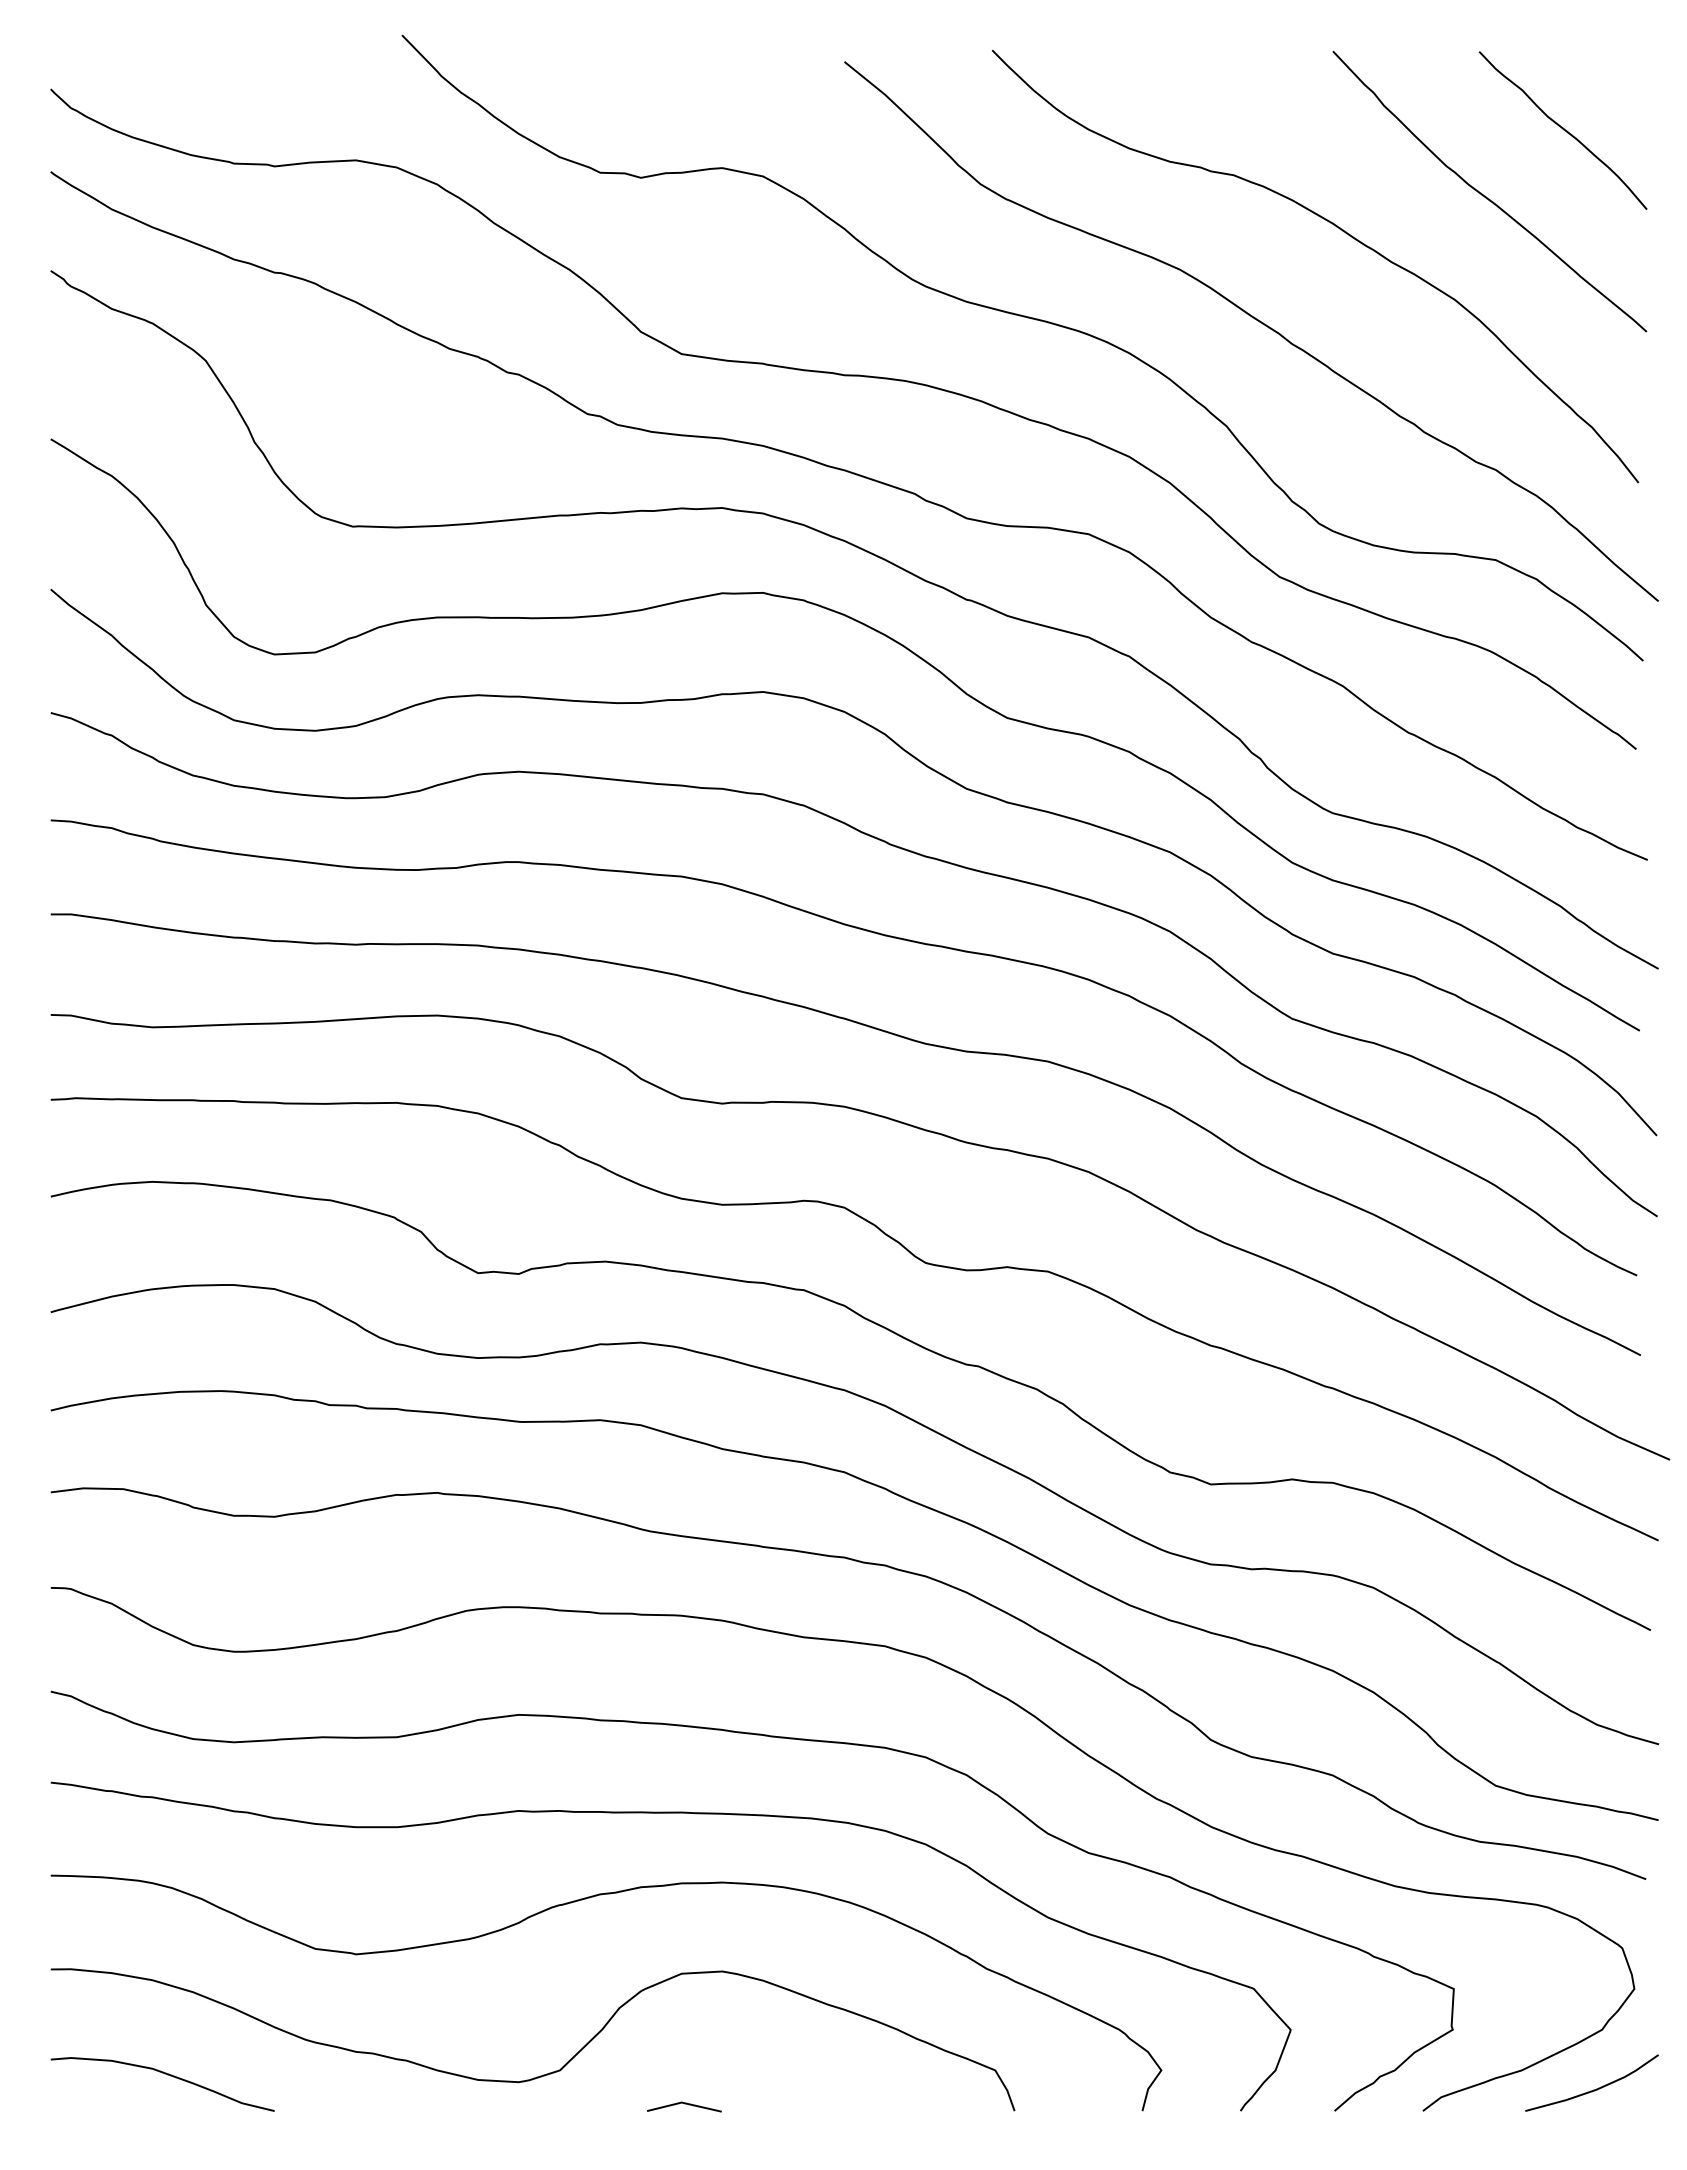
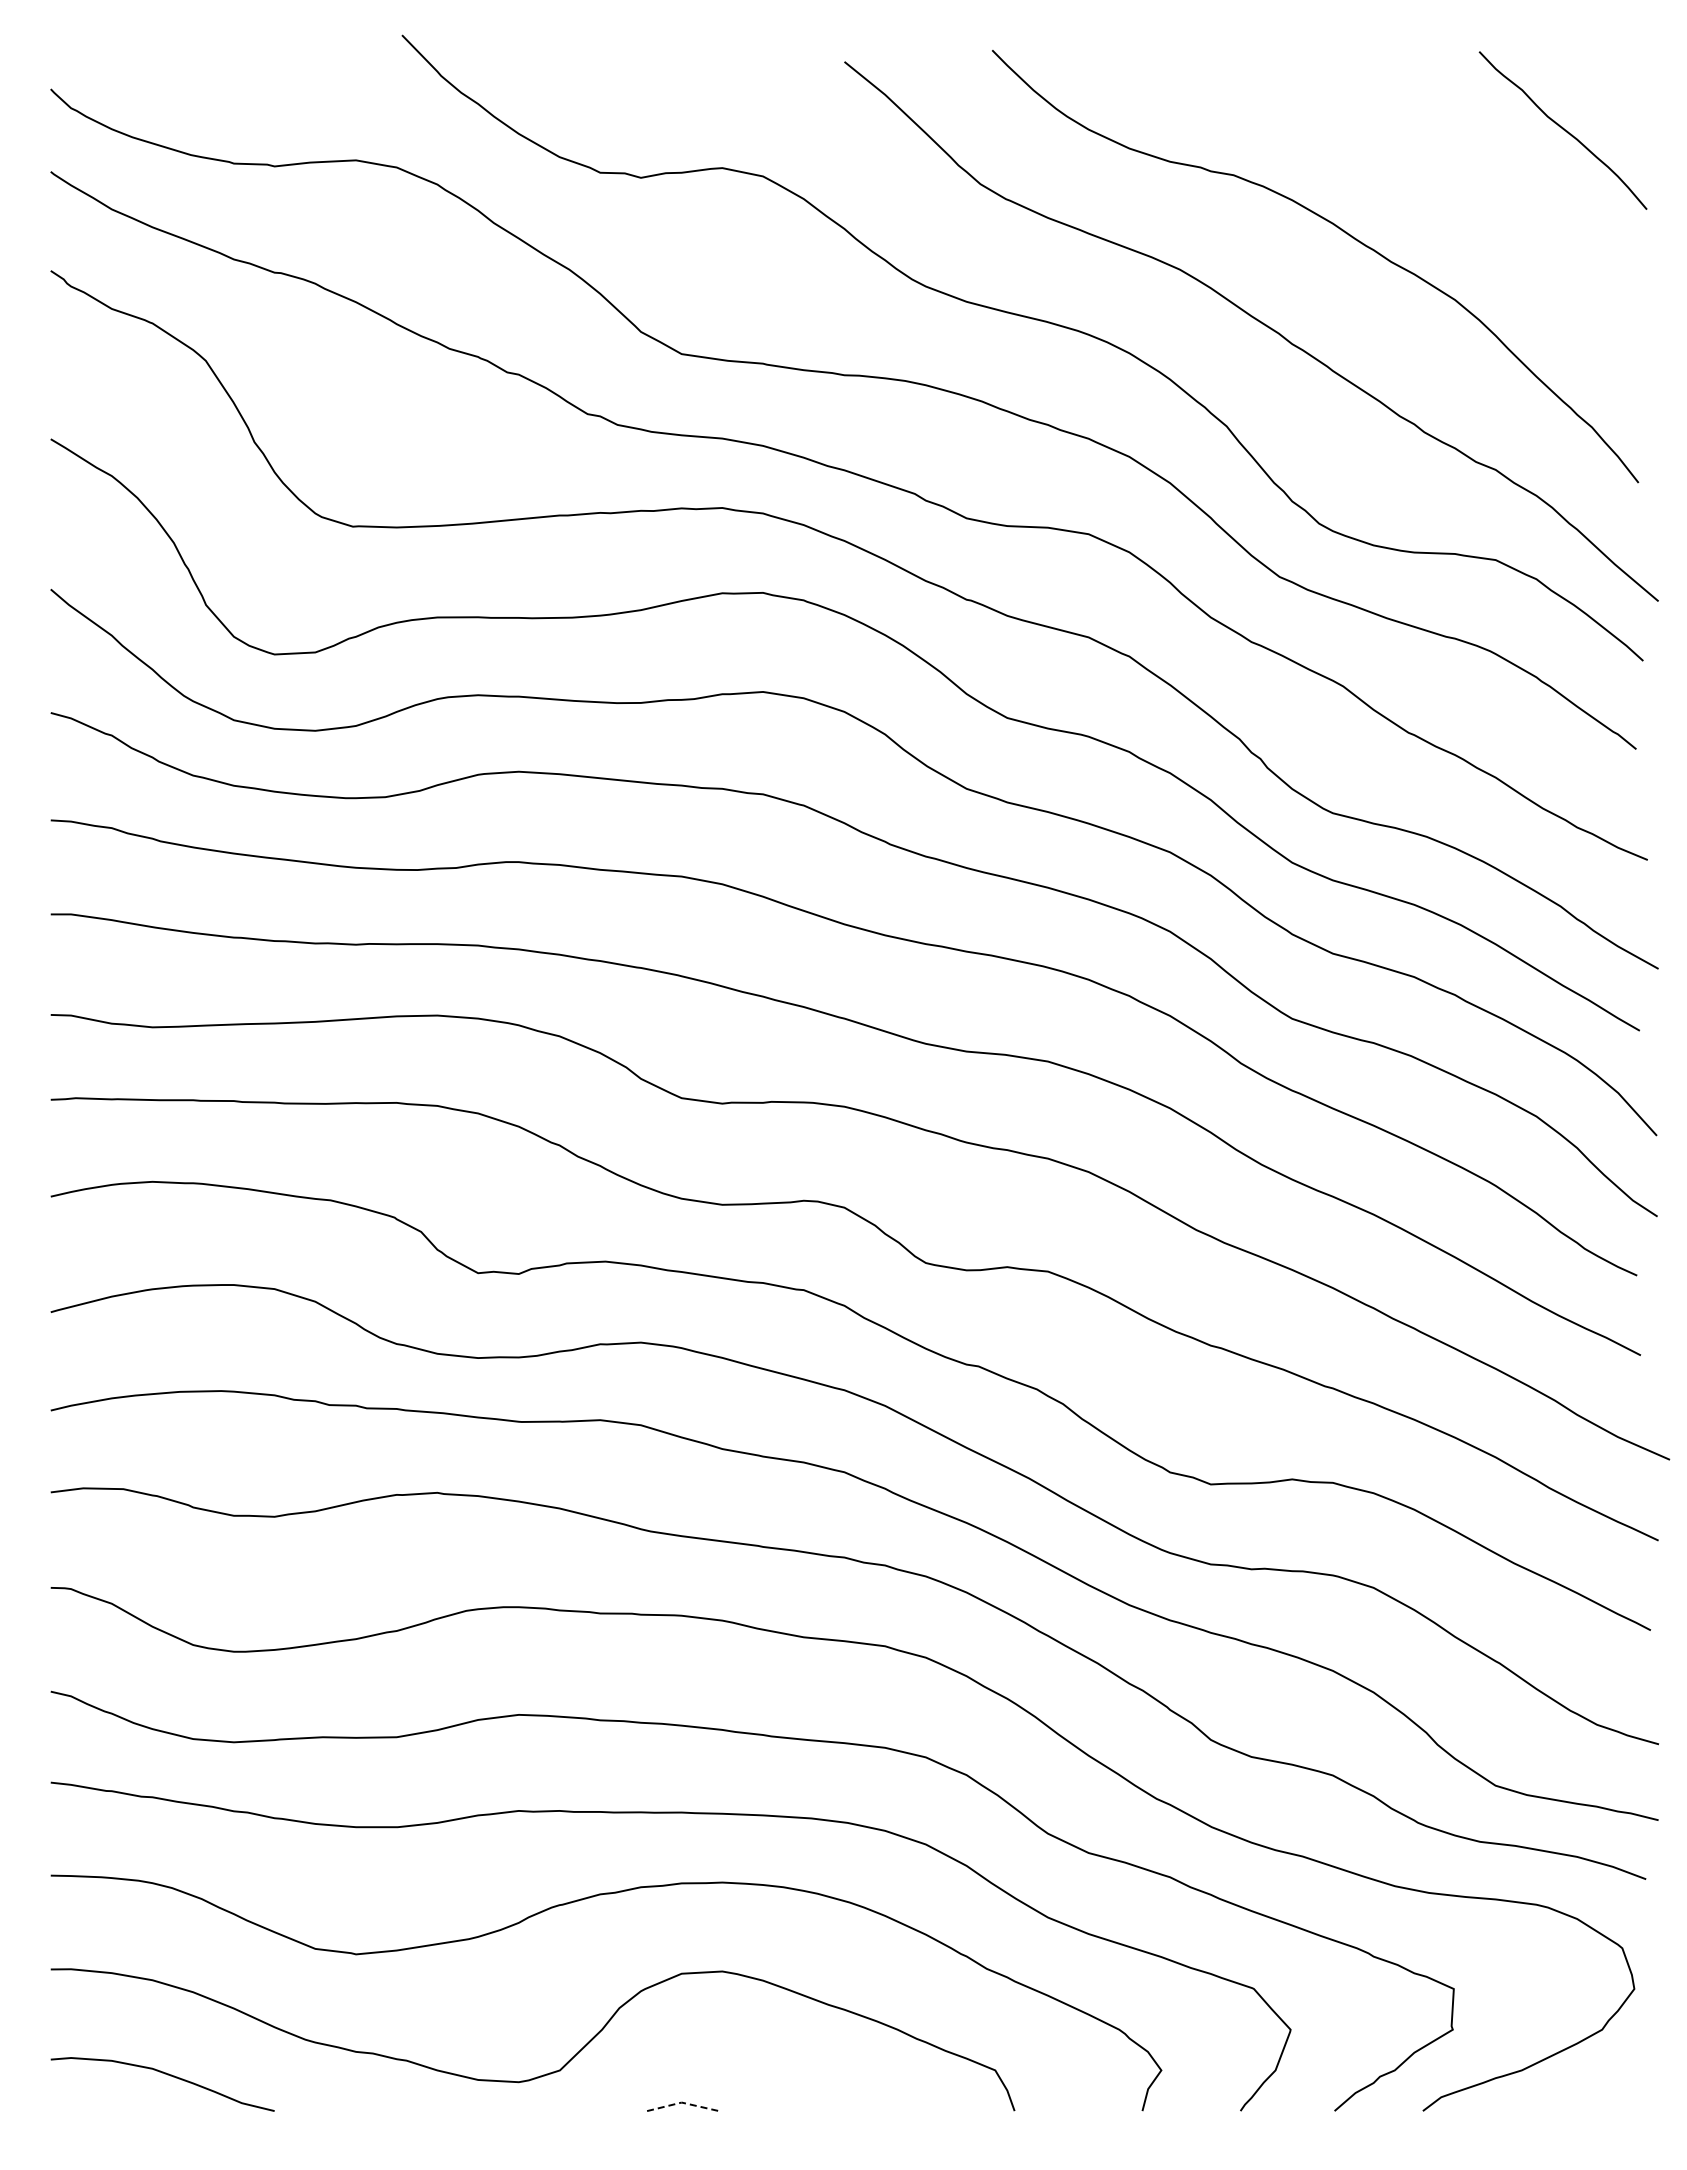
curve at (1485, 195): present -> none
curve at (1593, 2089): present -> none
line at (684, 2103): solid -> dashed
